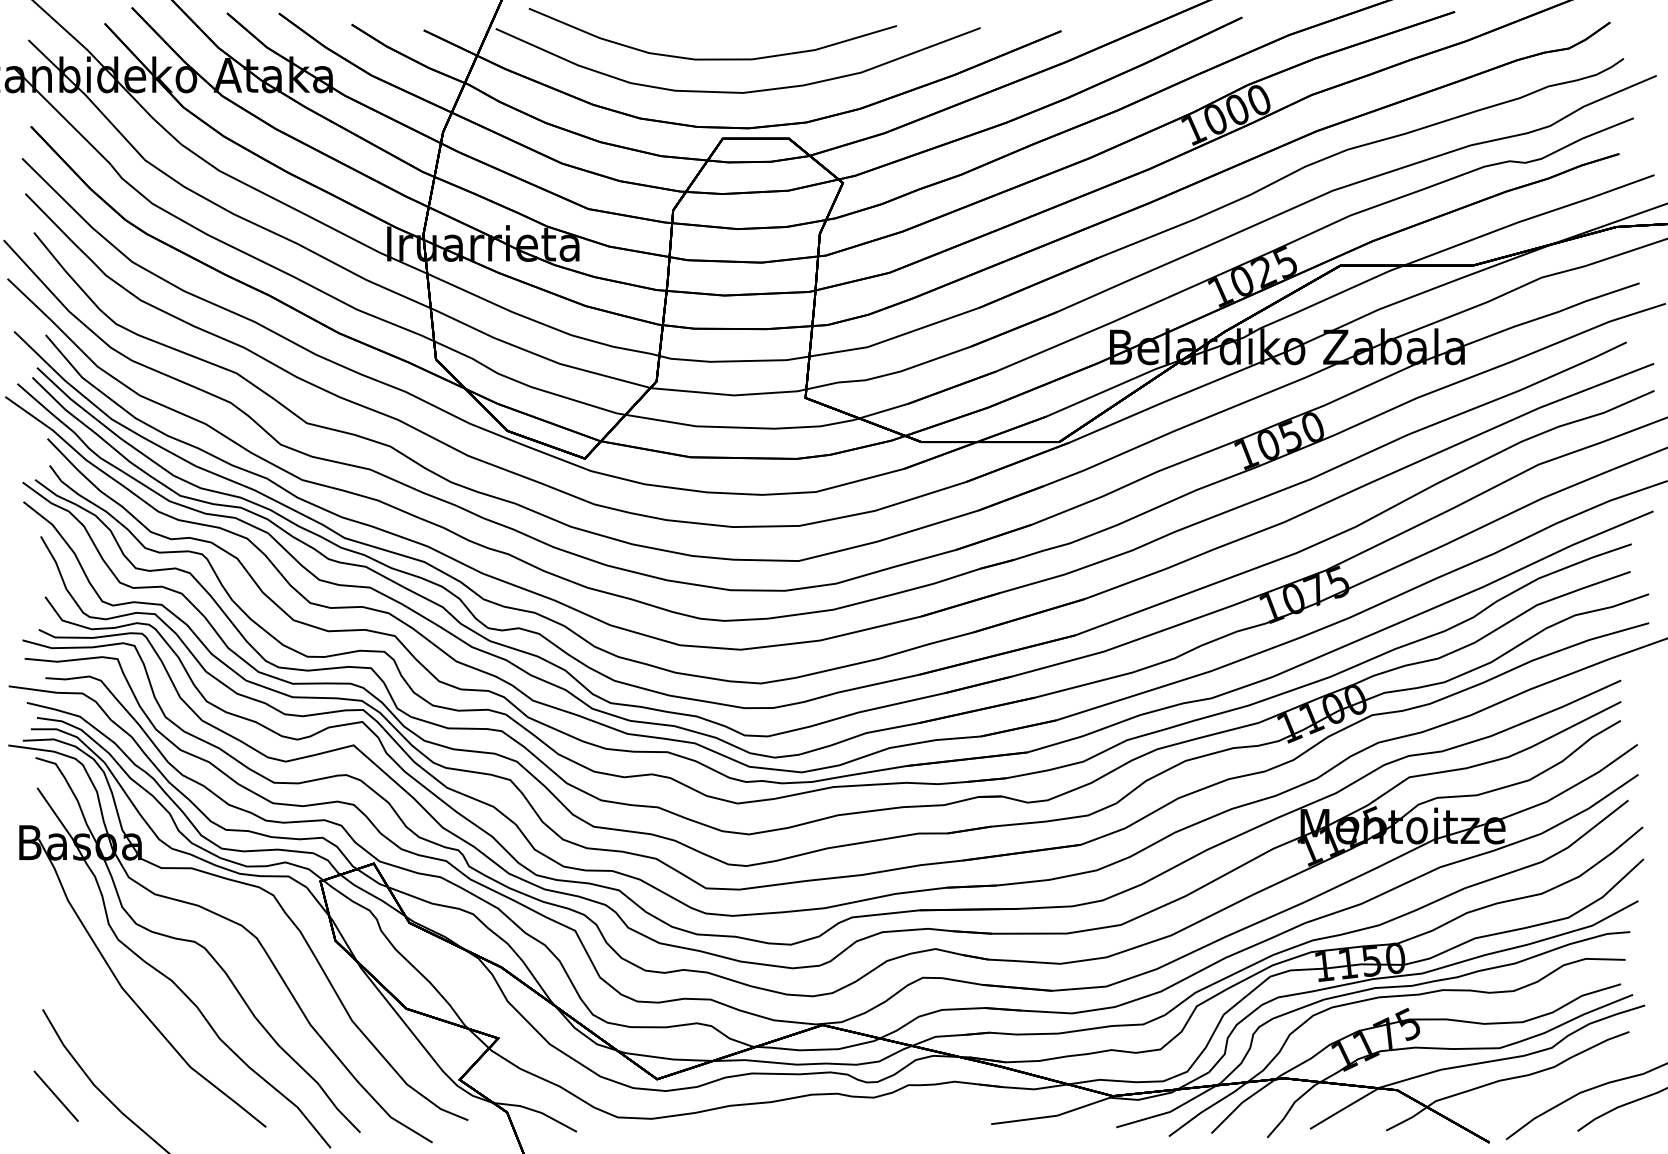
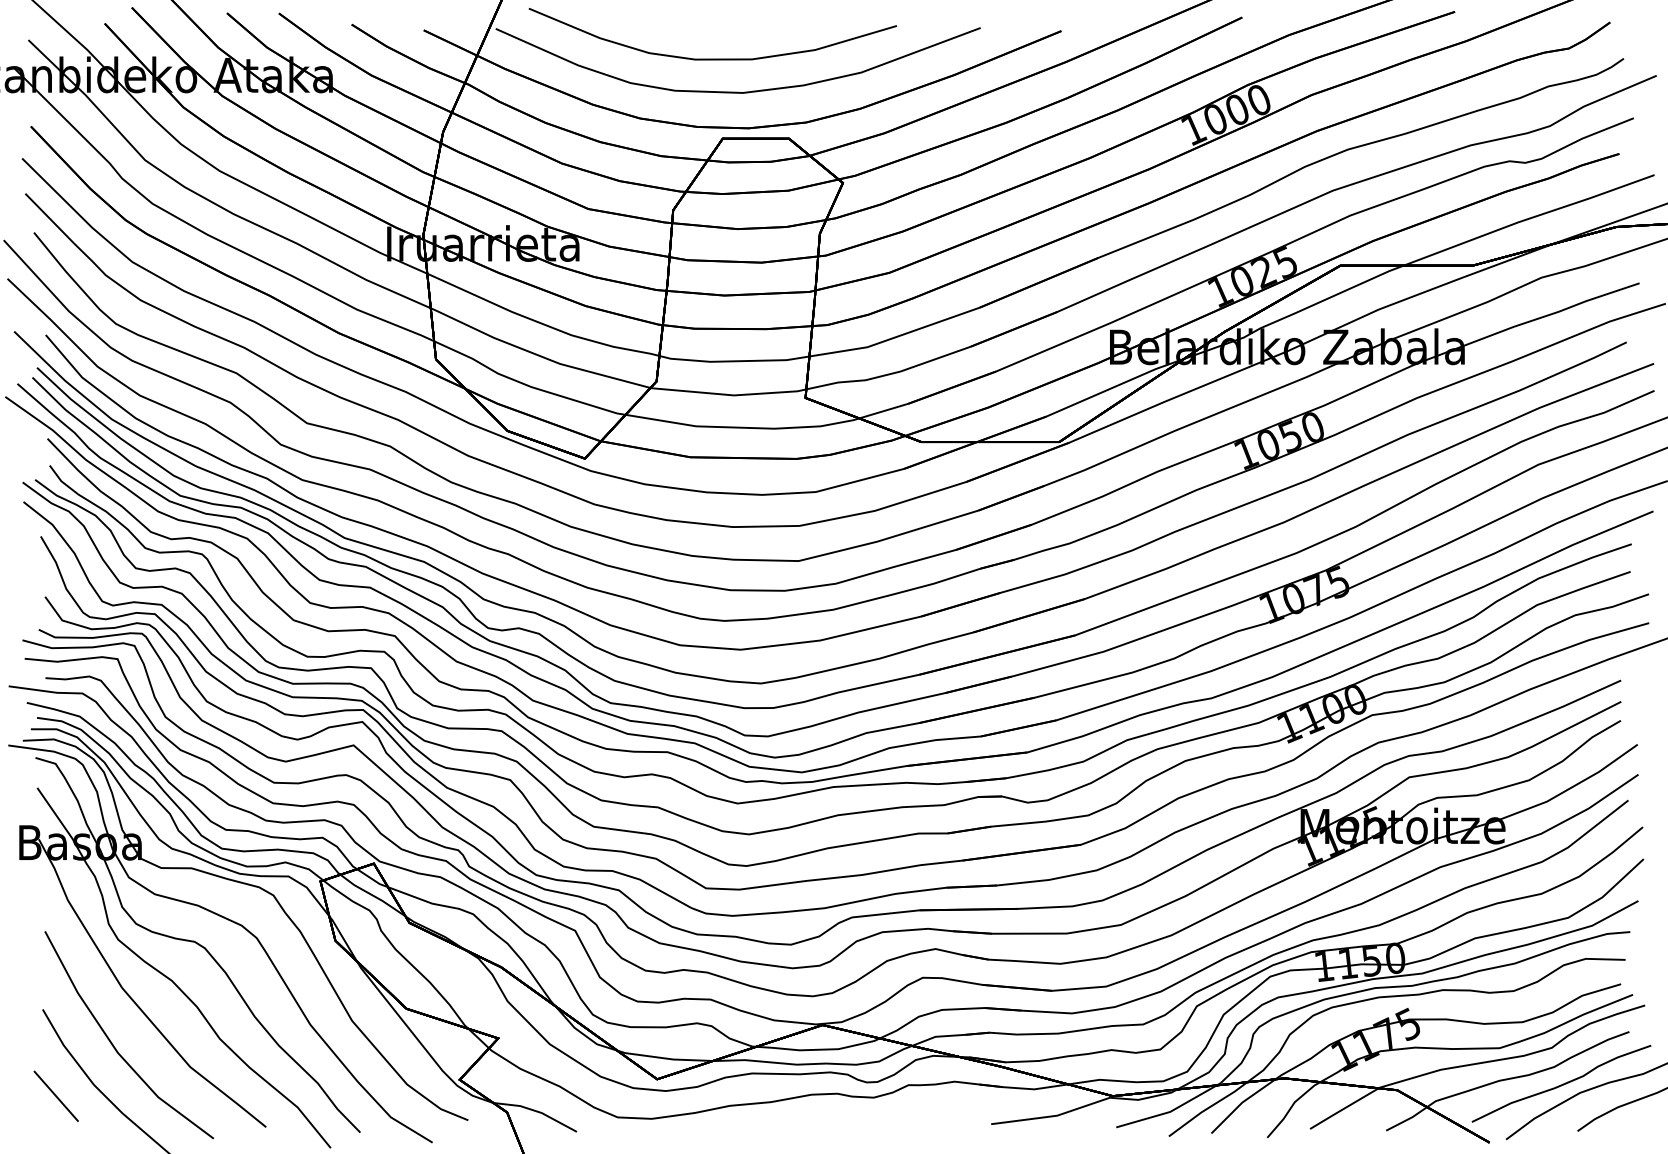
line at (114, 1045): none -> present
part at (1561, 1083): none -> present
